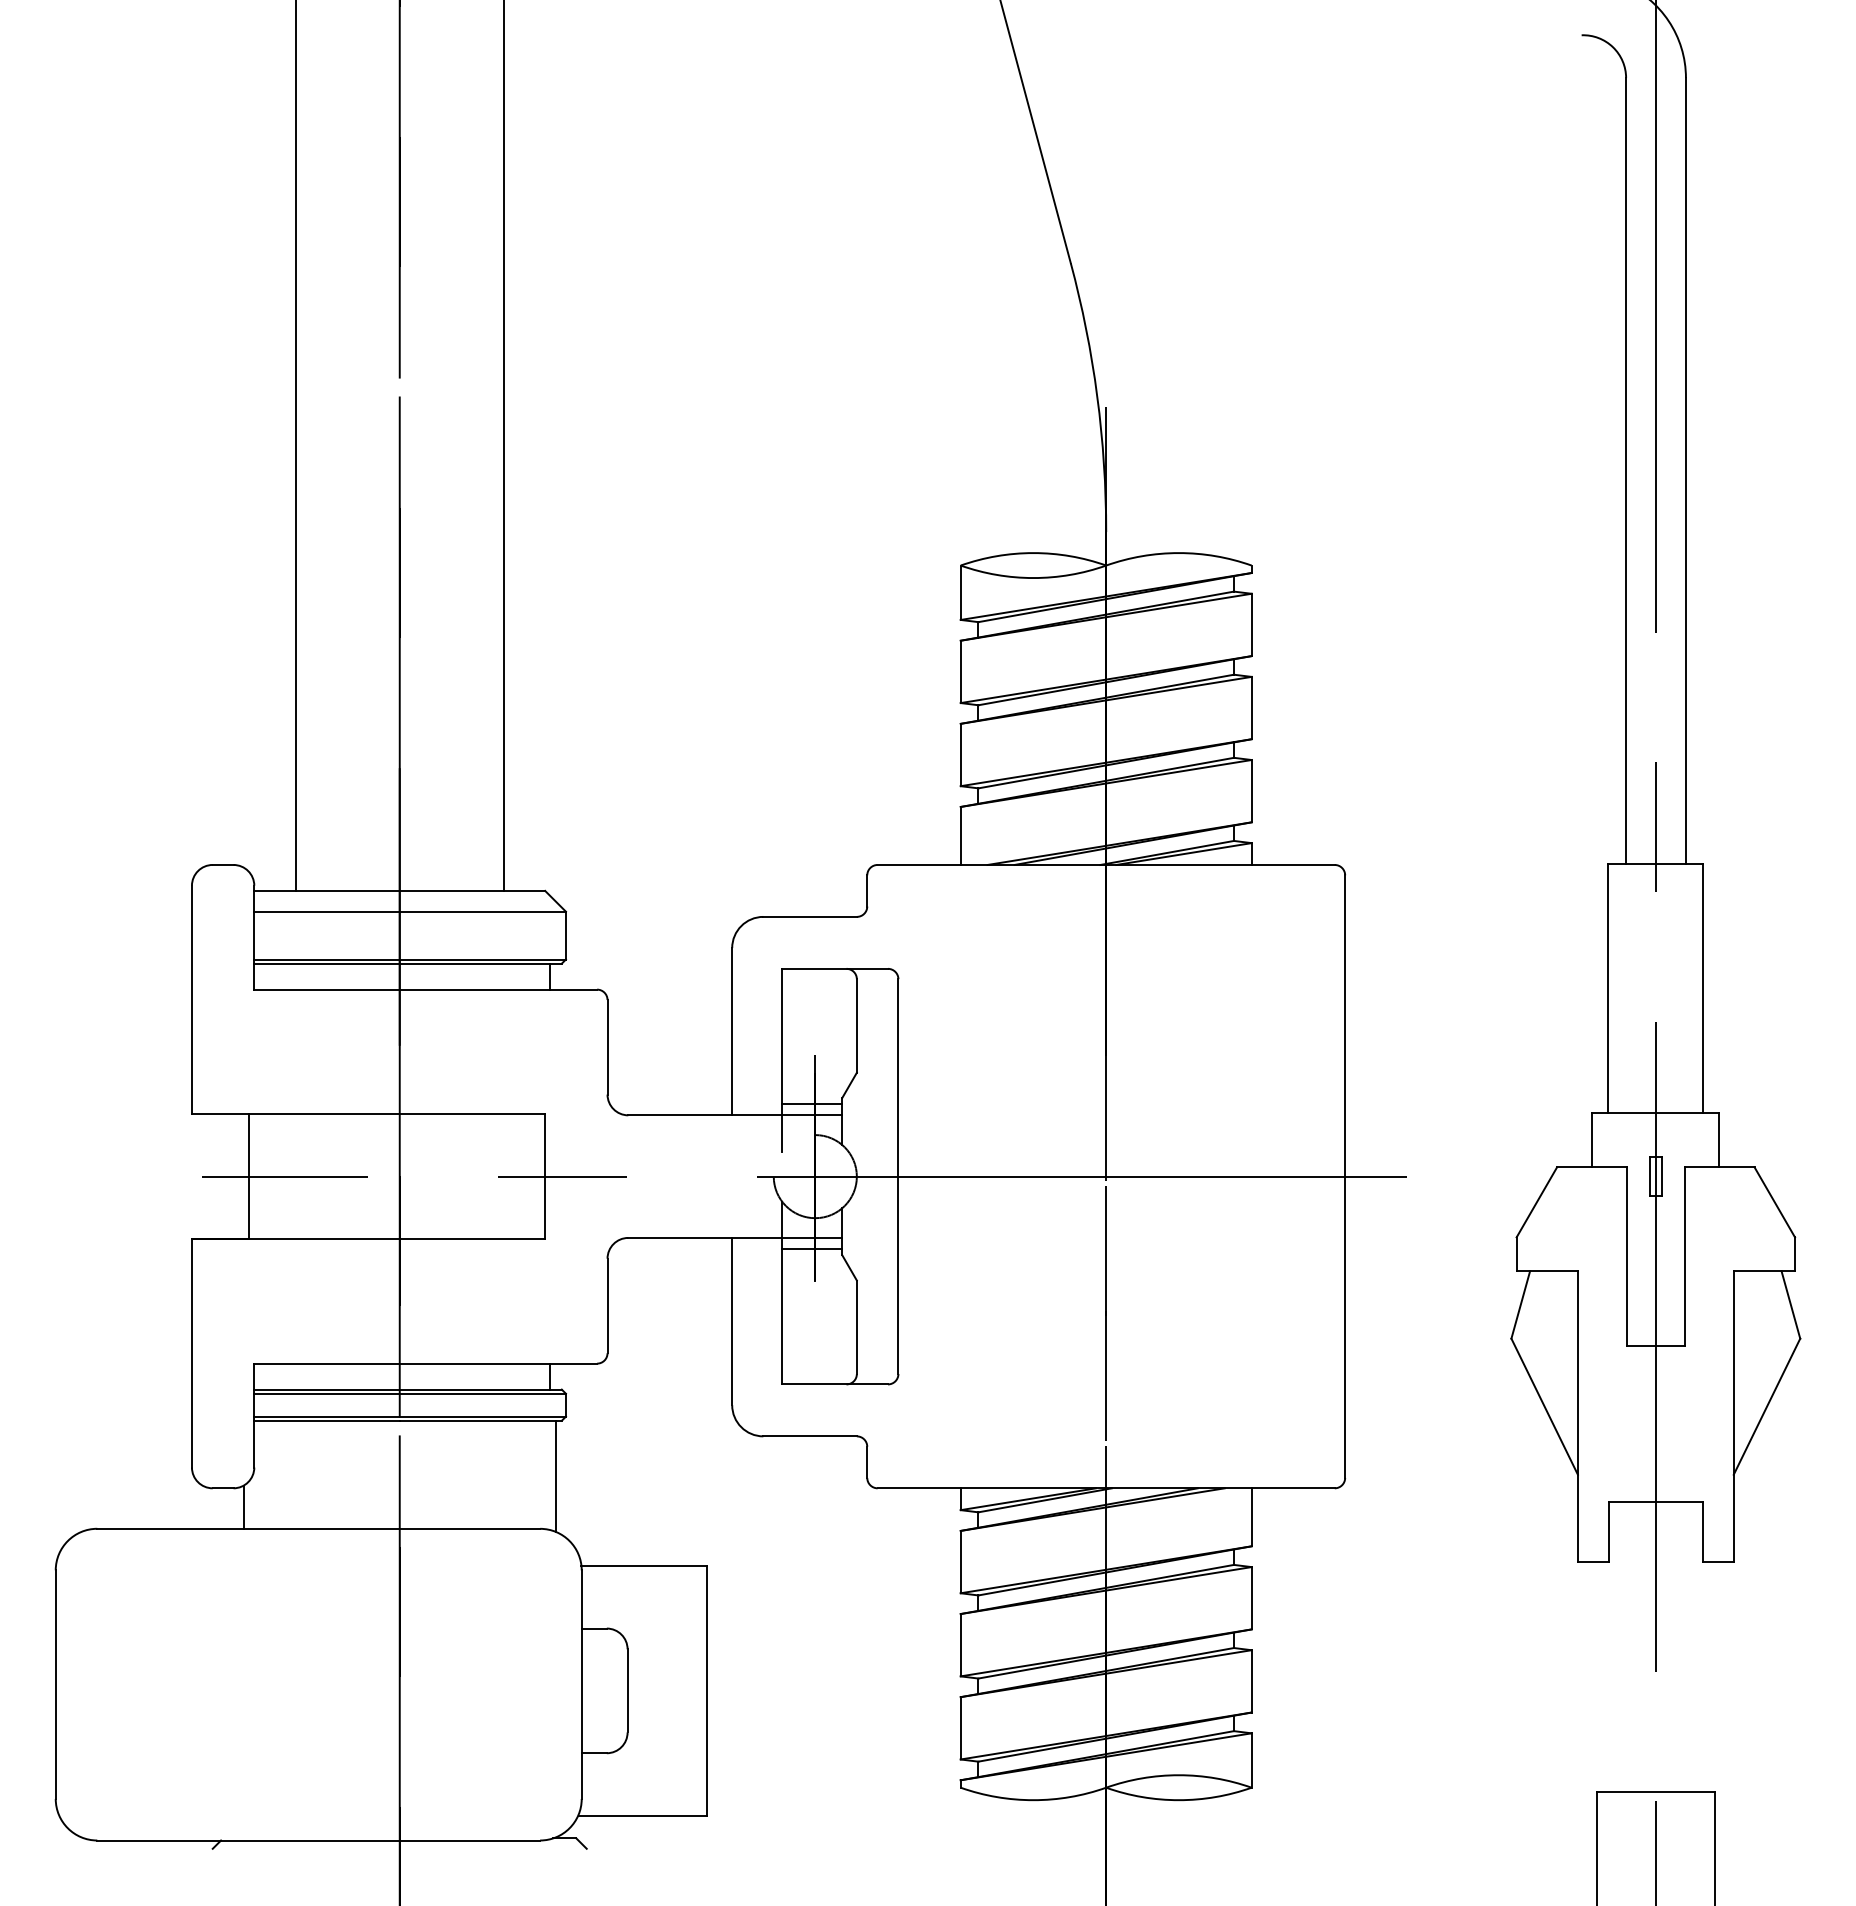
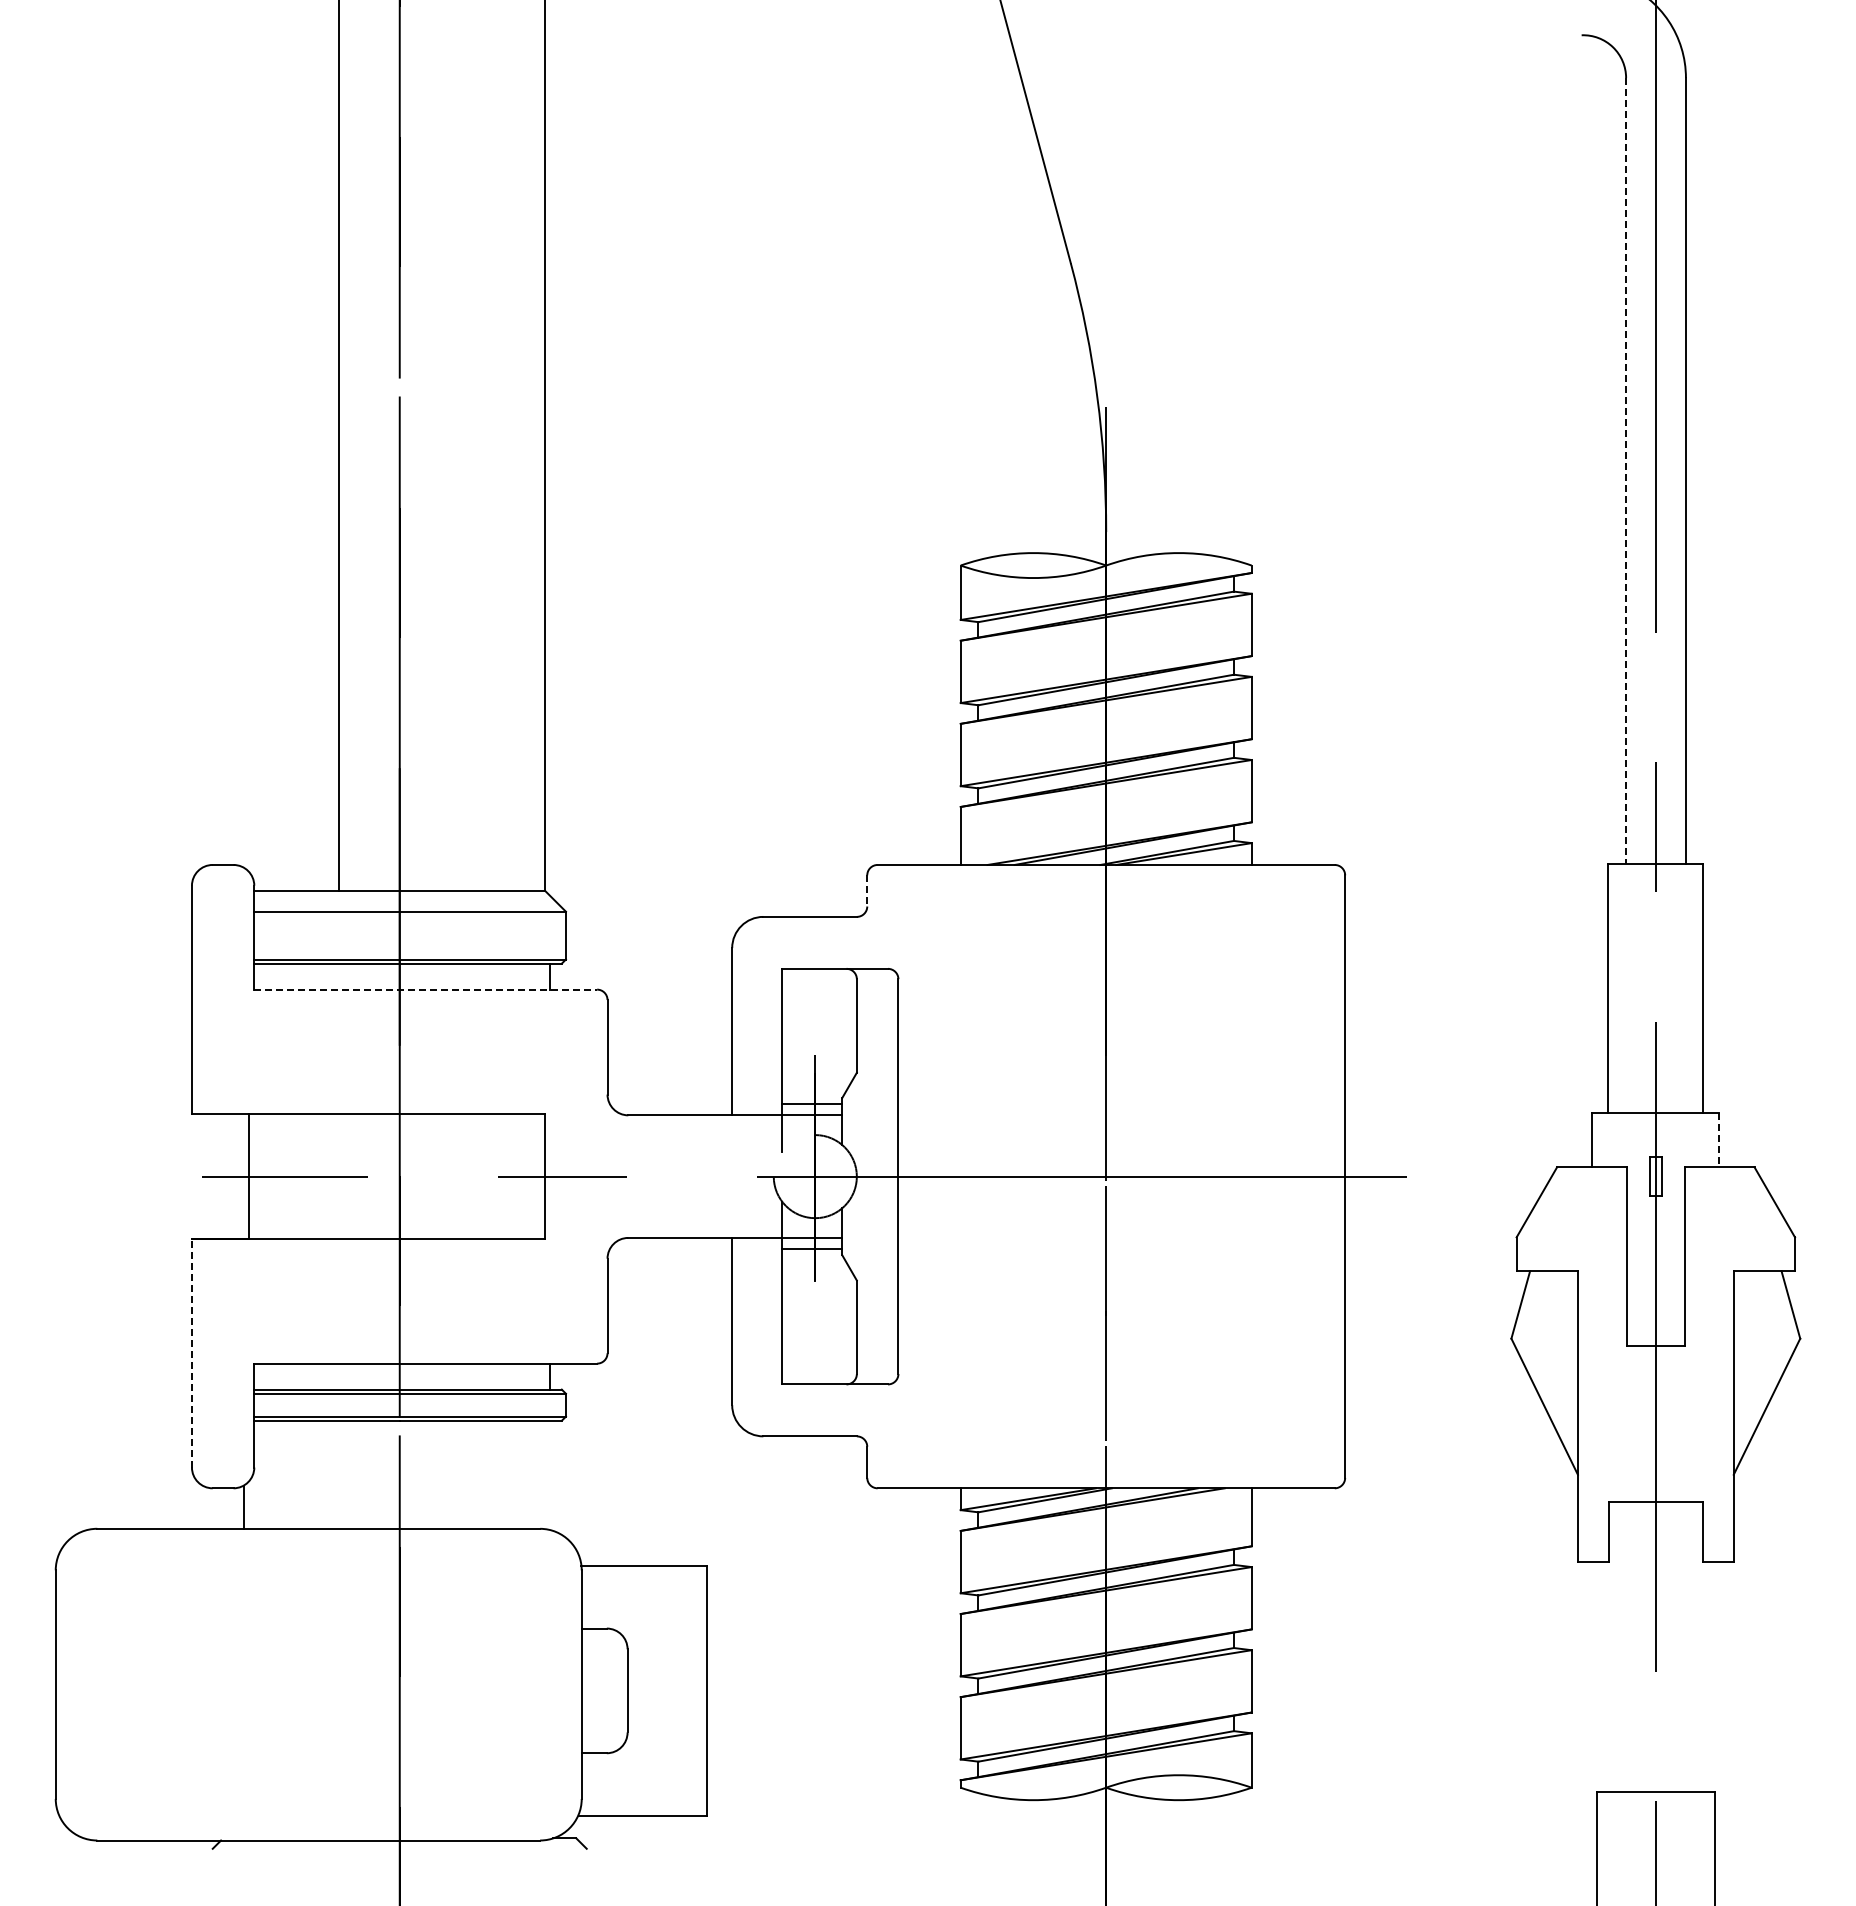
line at (295, 446) position: (295, 446) -> (338, 446)
line at (503, 446) position: (503, 446) -> (544, 446)
line at (1626, 470): solid -> dashed
line at (867, 890): solid -> dashed
line at (426, 989): solid -> dashed
line at (1719, 1140): solid -> dashed
line at (191, 1352): solid -> dashed
line at (555, 1475): present -> none
